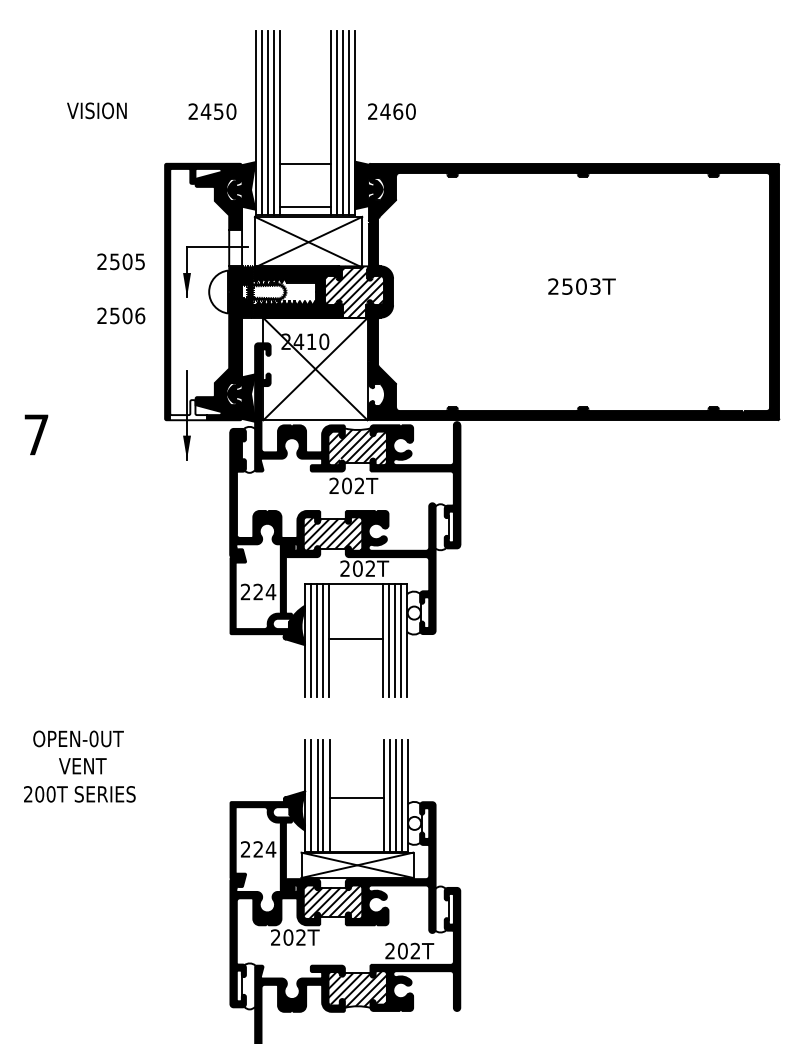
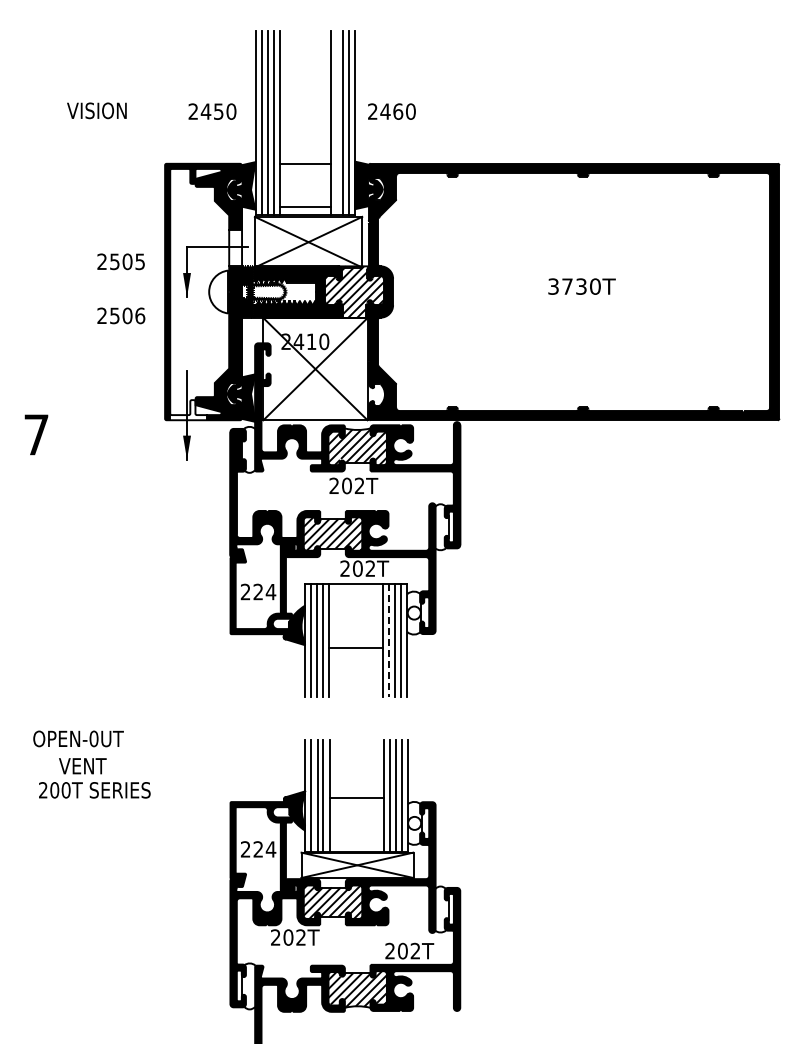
line at (336, 123): present -> none
text at (574, 286): 2503T -> 3730T
line at (356, 638) position: (356, 638) -> (356, 647)
line at (389, 641): solid -> dashed
text at (79, 794) position: (79, 794) -> (94, 790)
